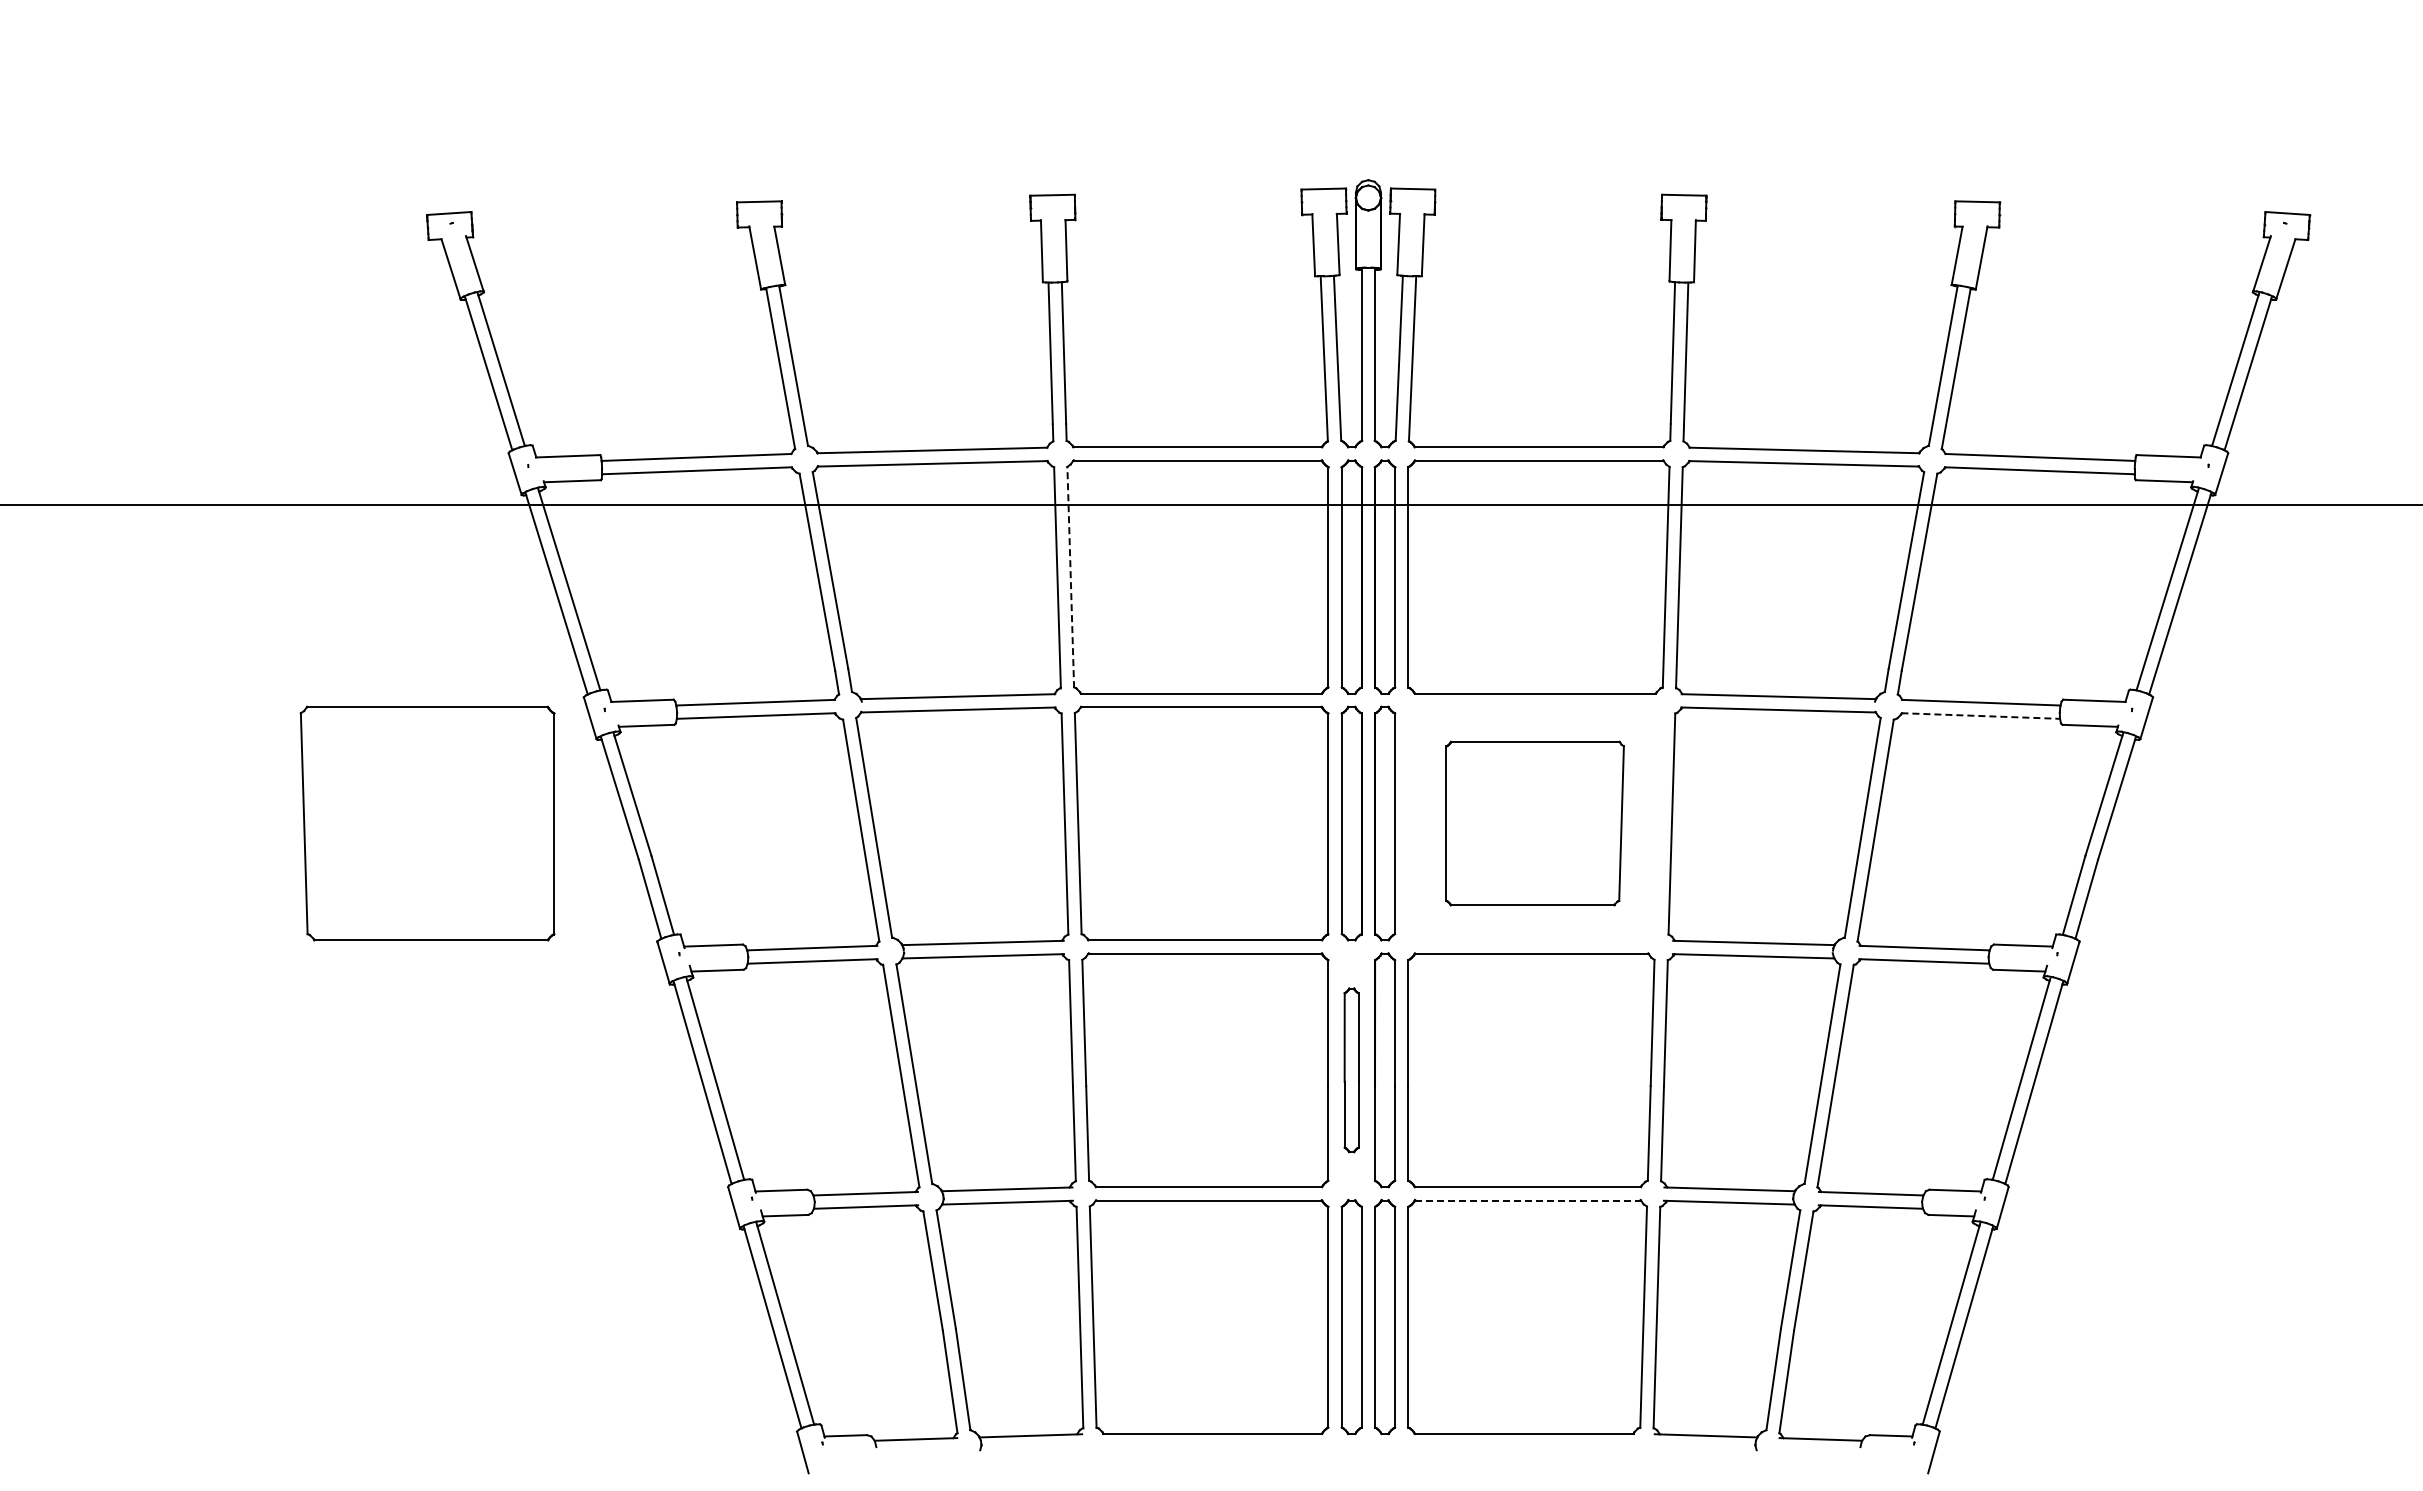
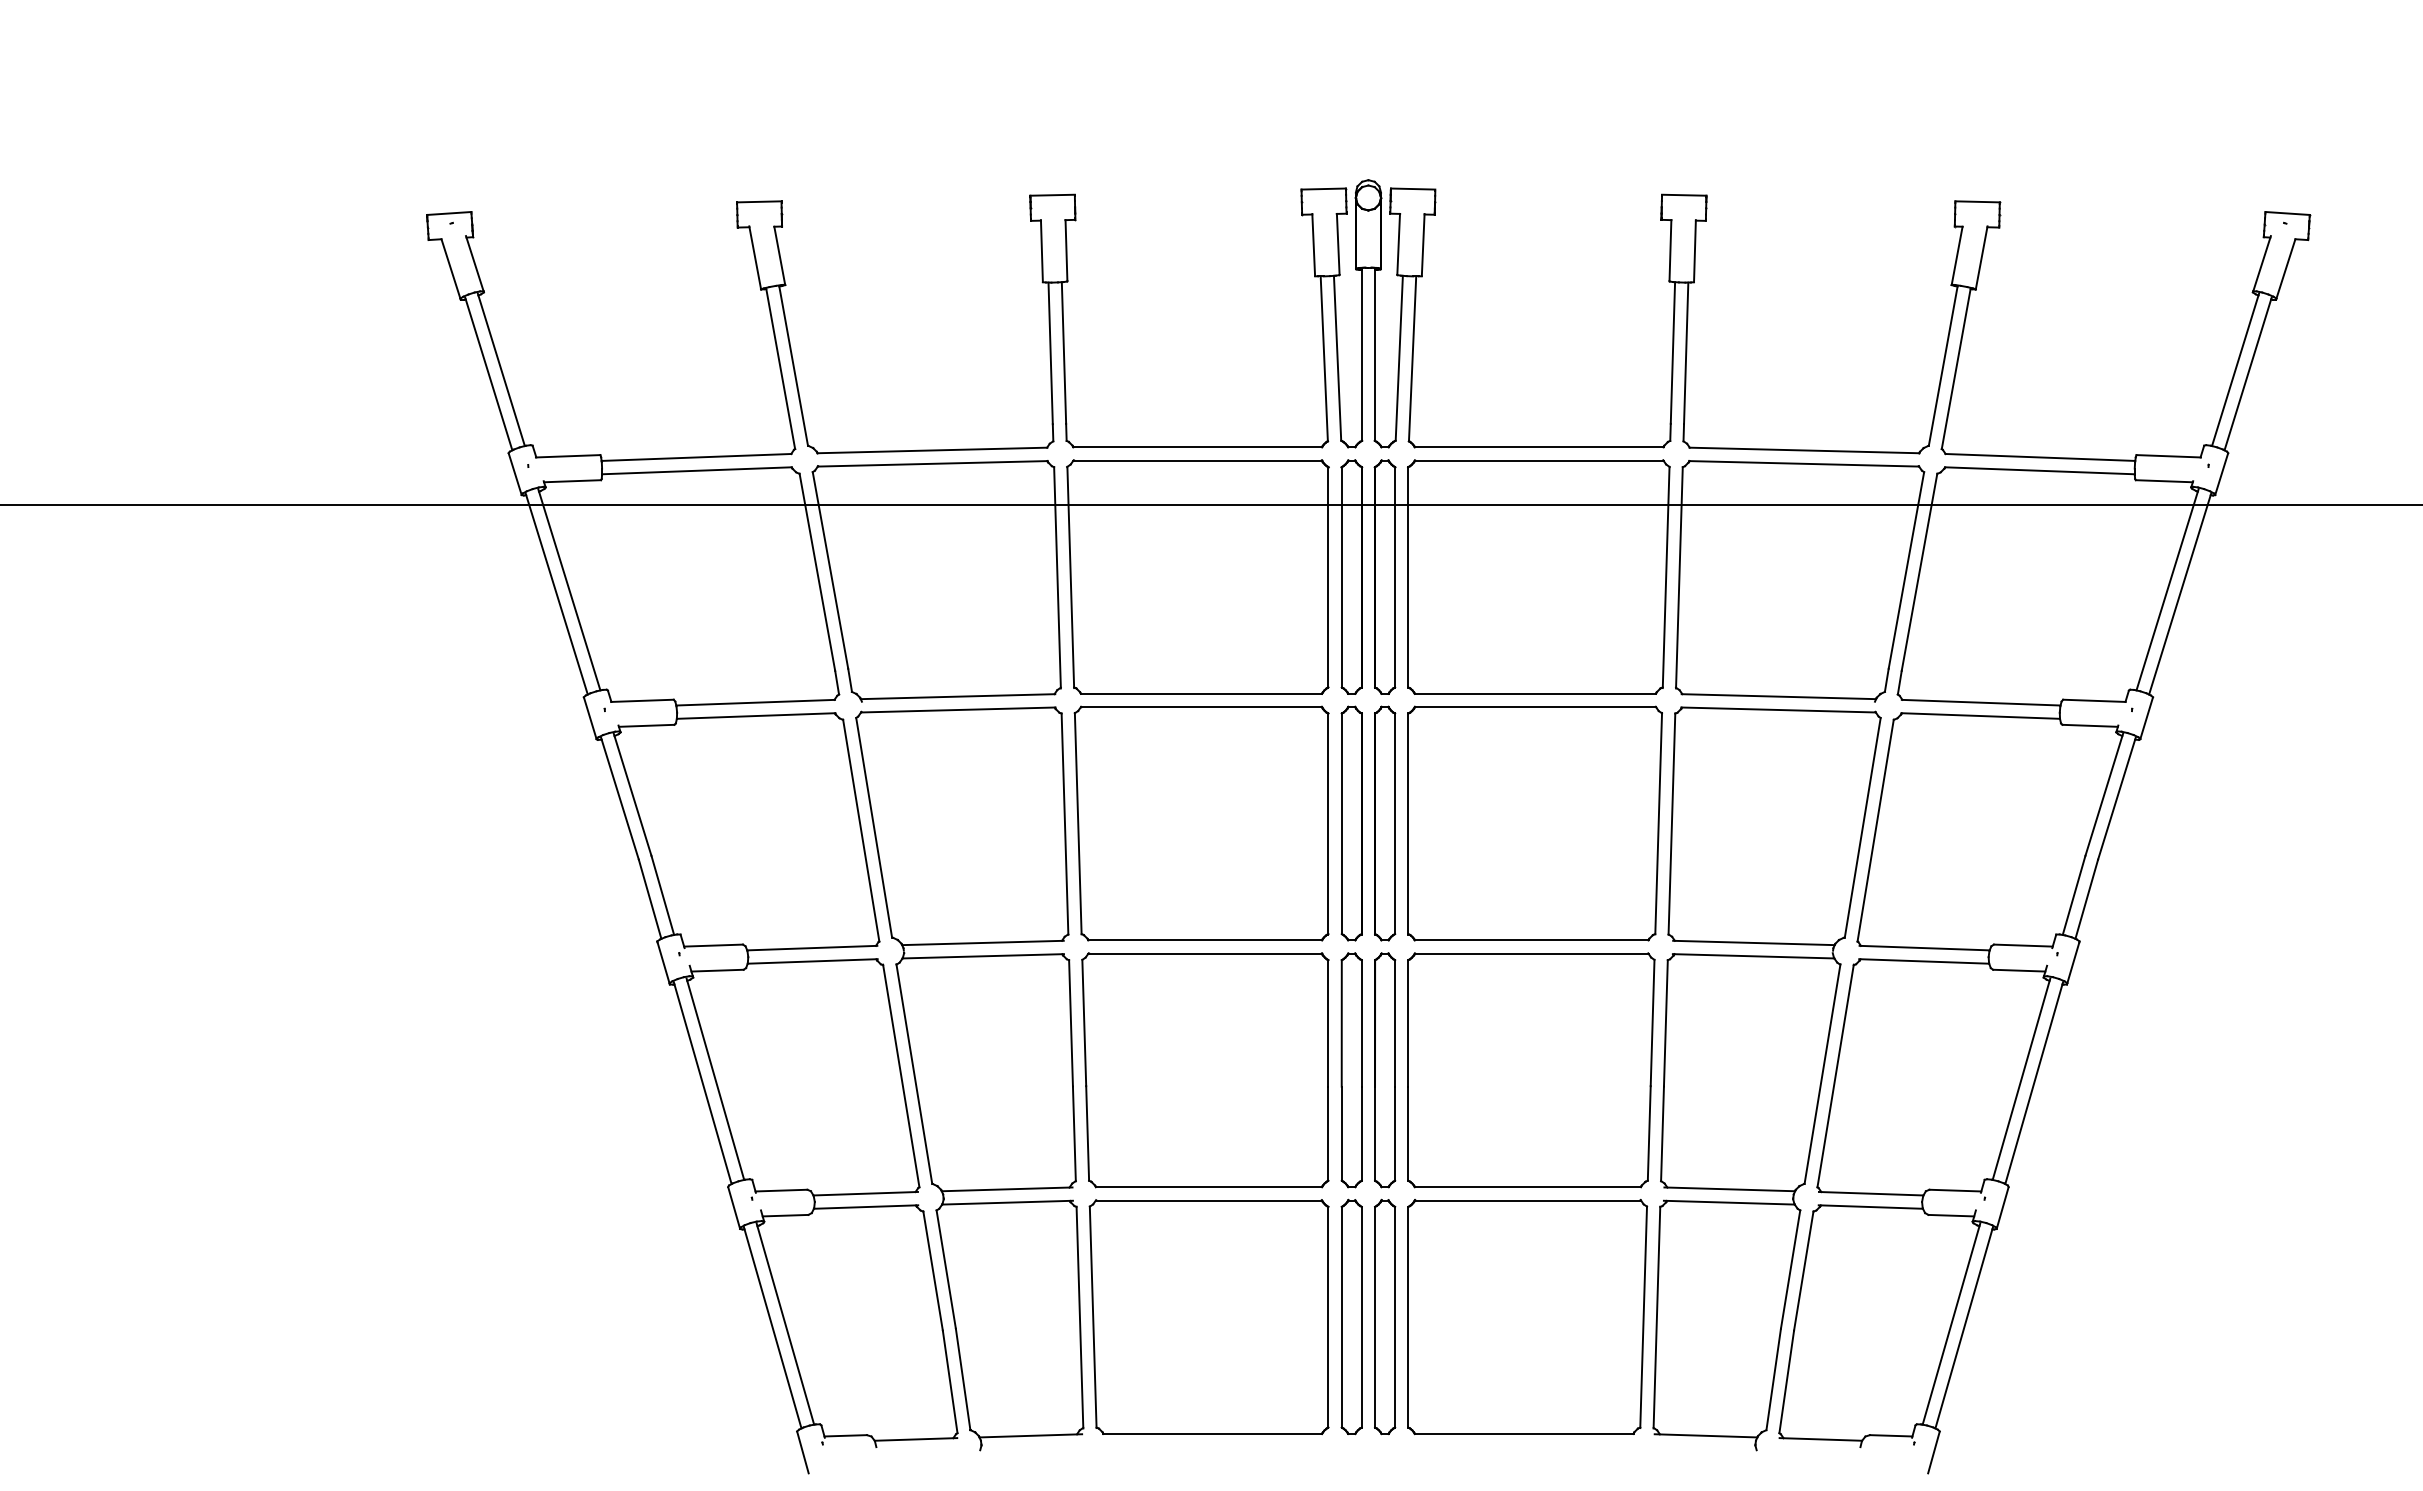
line at (1070, 577): dashed -> solid
line at (1981, 716): dashed -> solid
part at (427, 823): present -> none
part at (1534, 823) size: 180x167 px -> 256x237 px
part at (1351, 1070) size: 17x167 px -> 23x237 px
line at (1528, 1200): dashed -> solid
